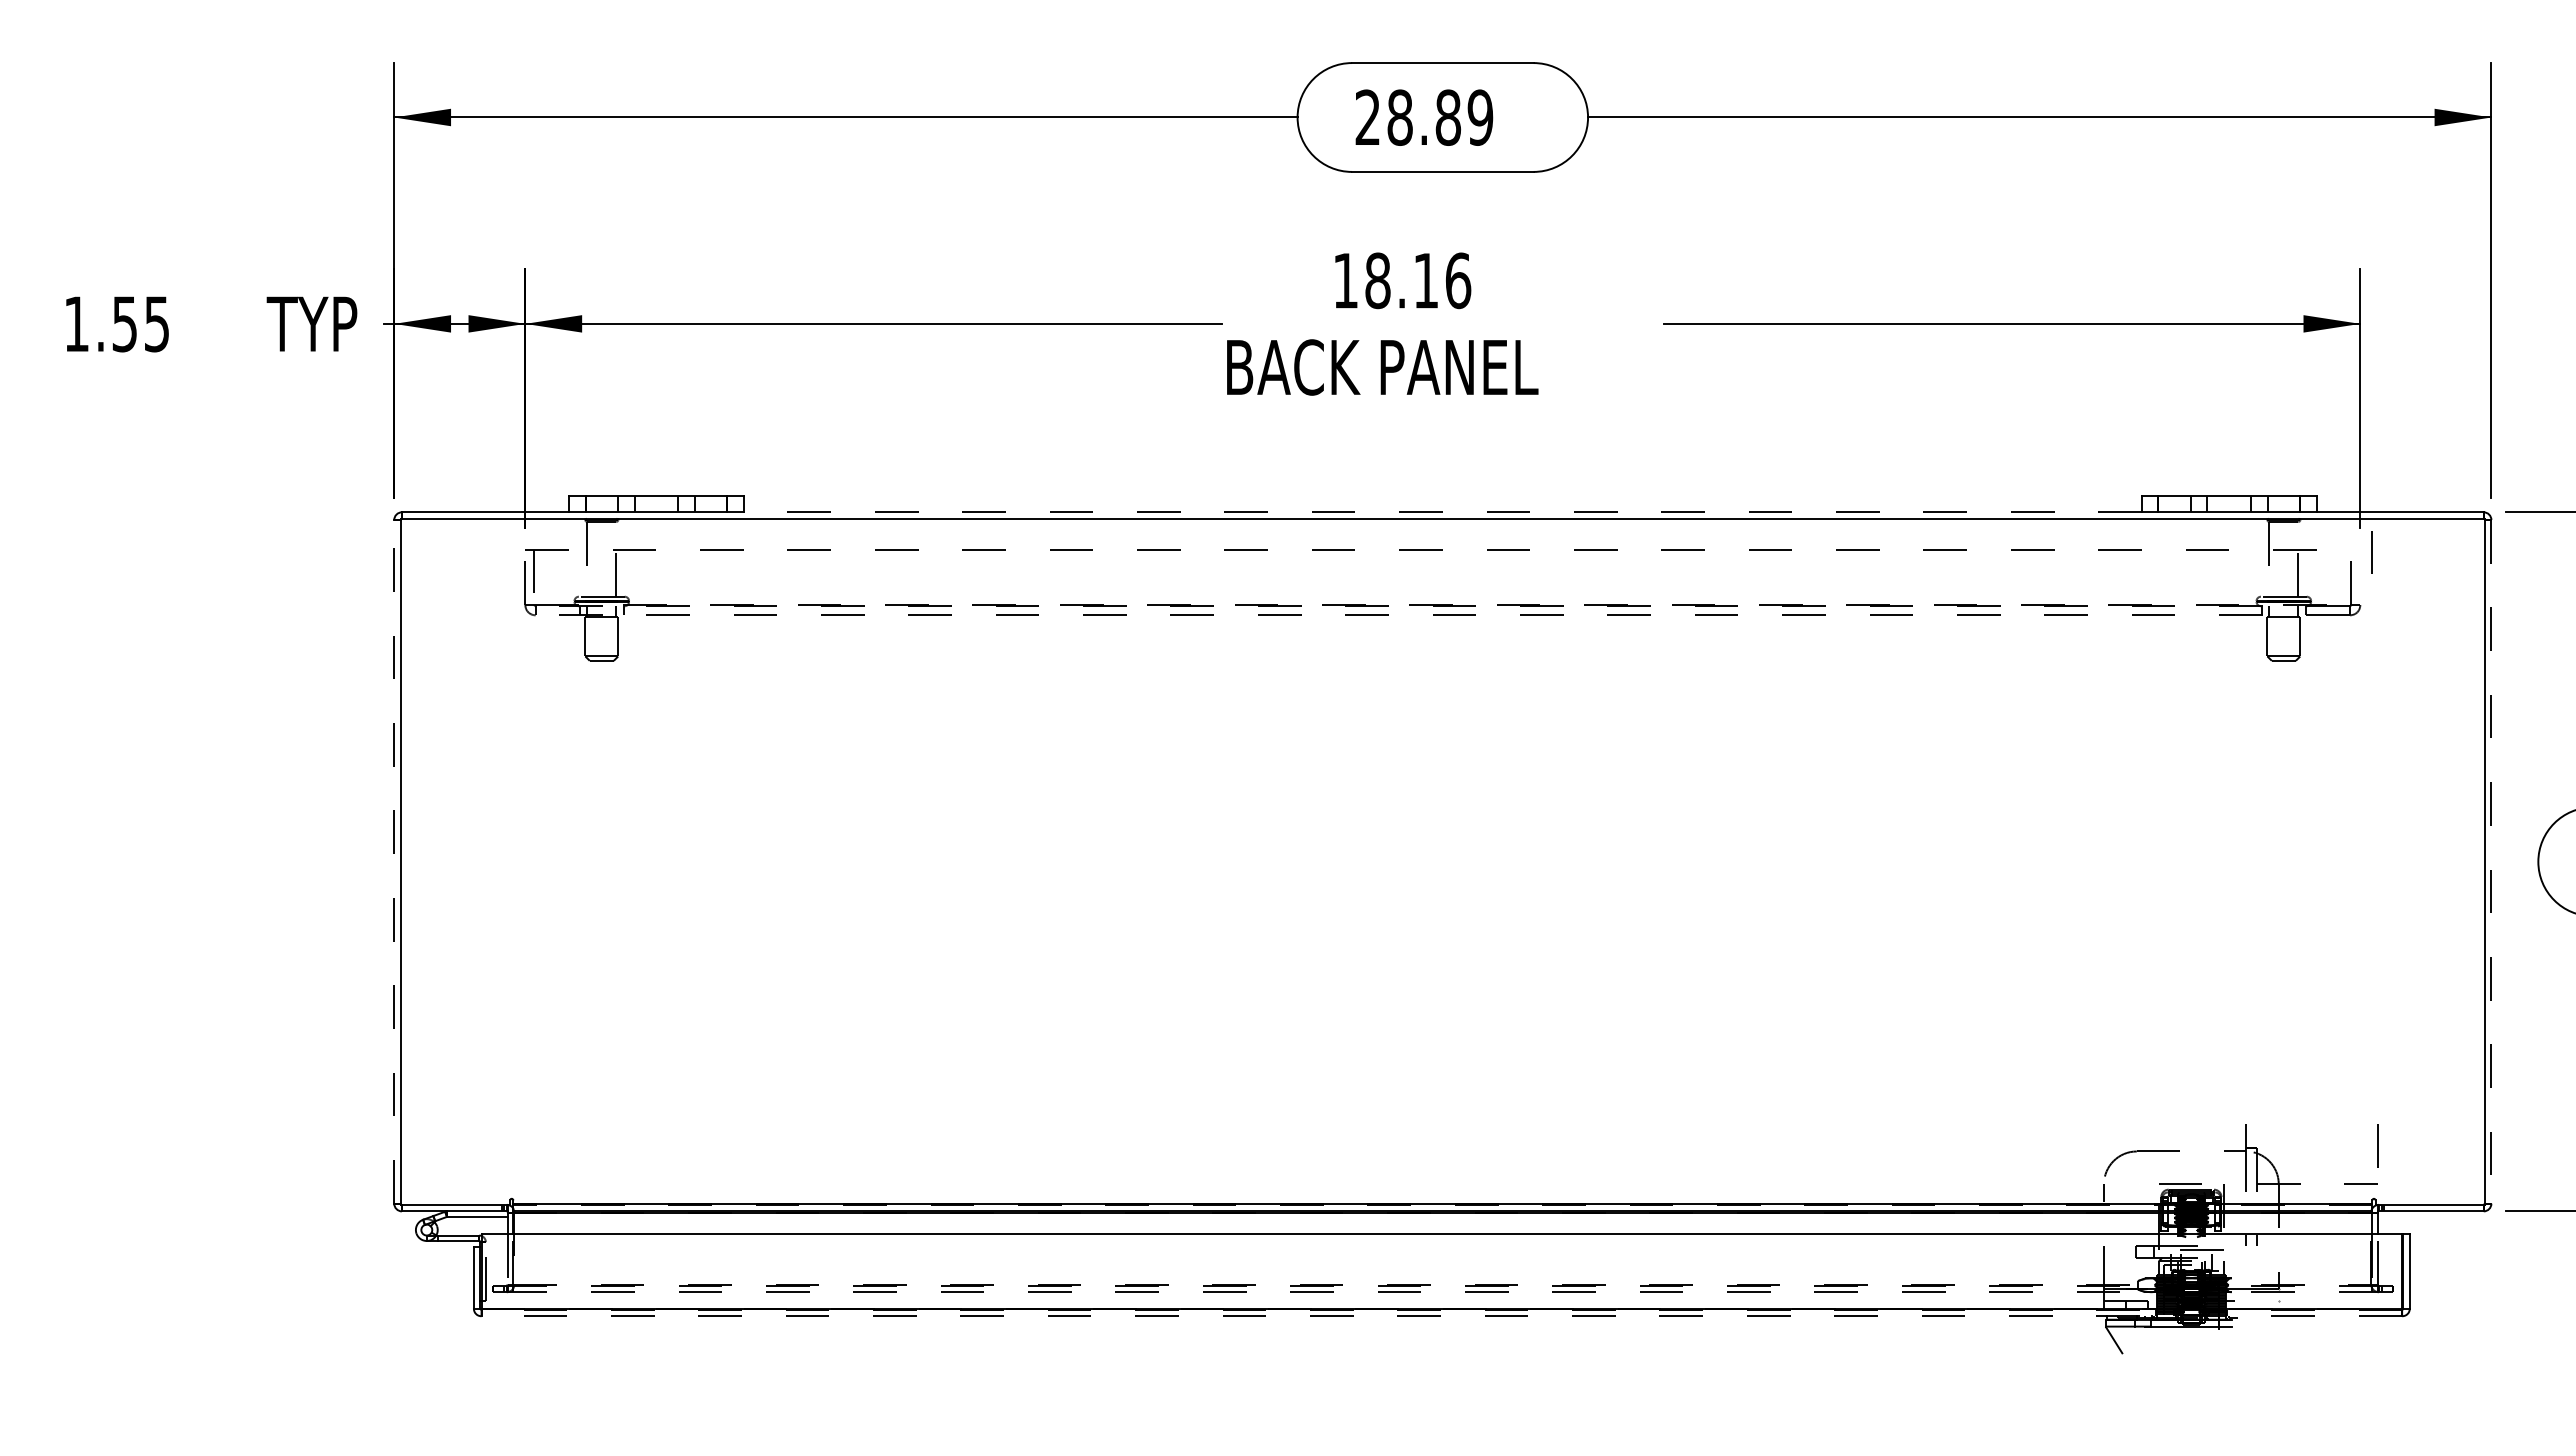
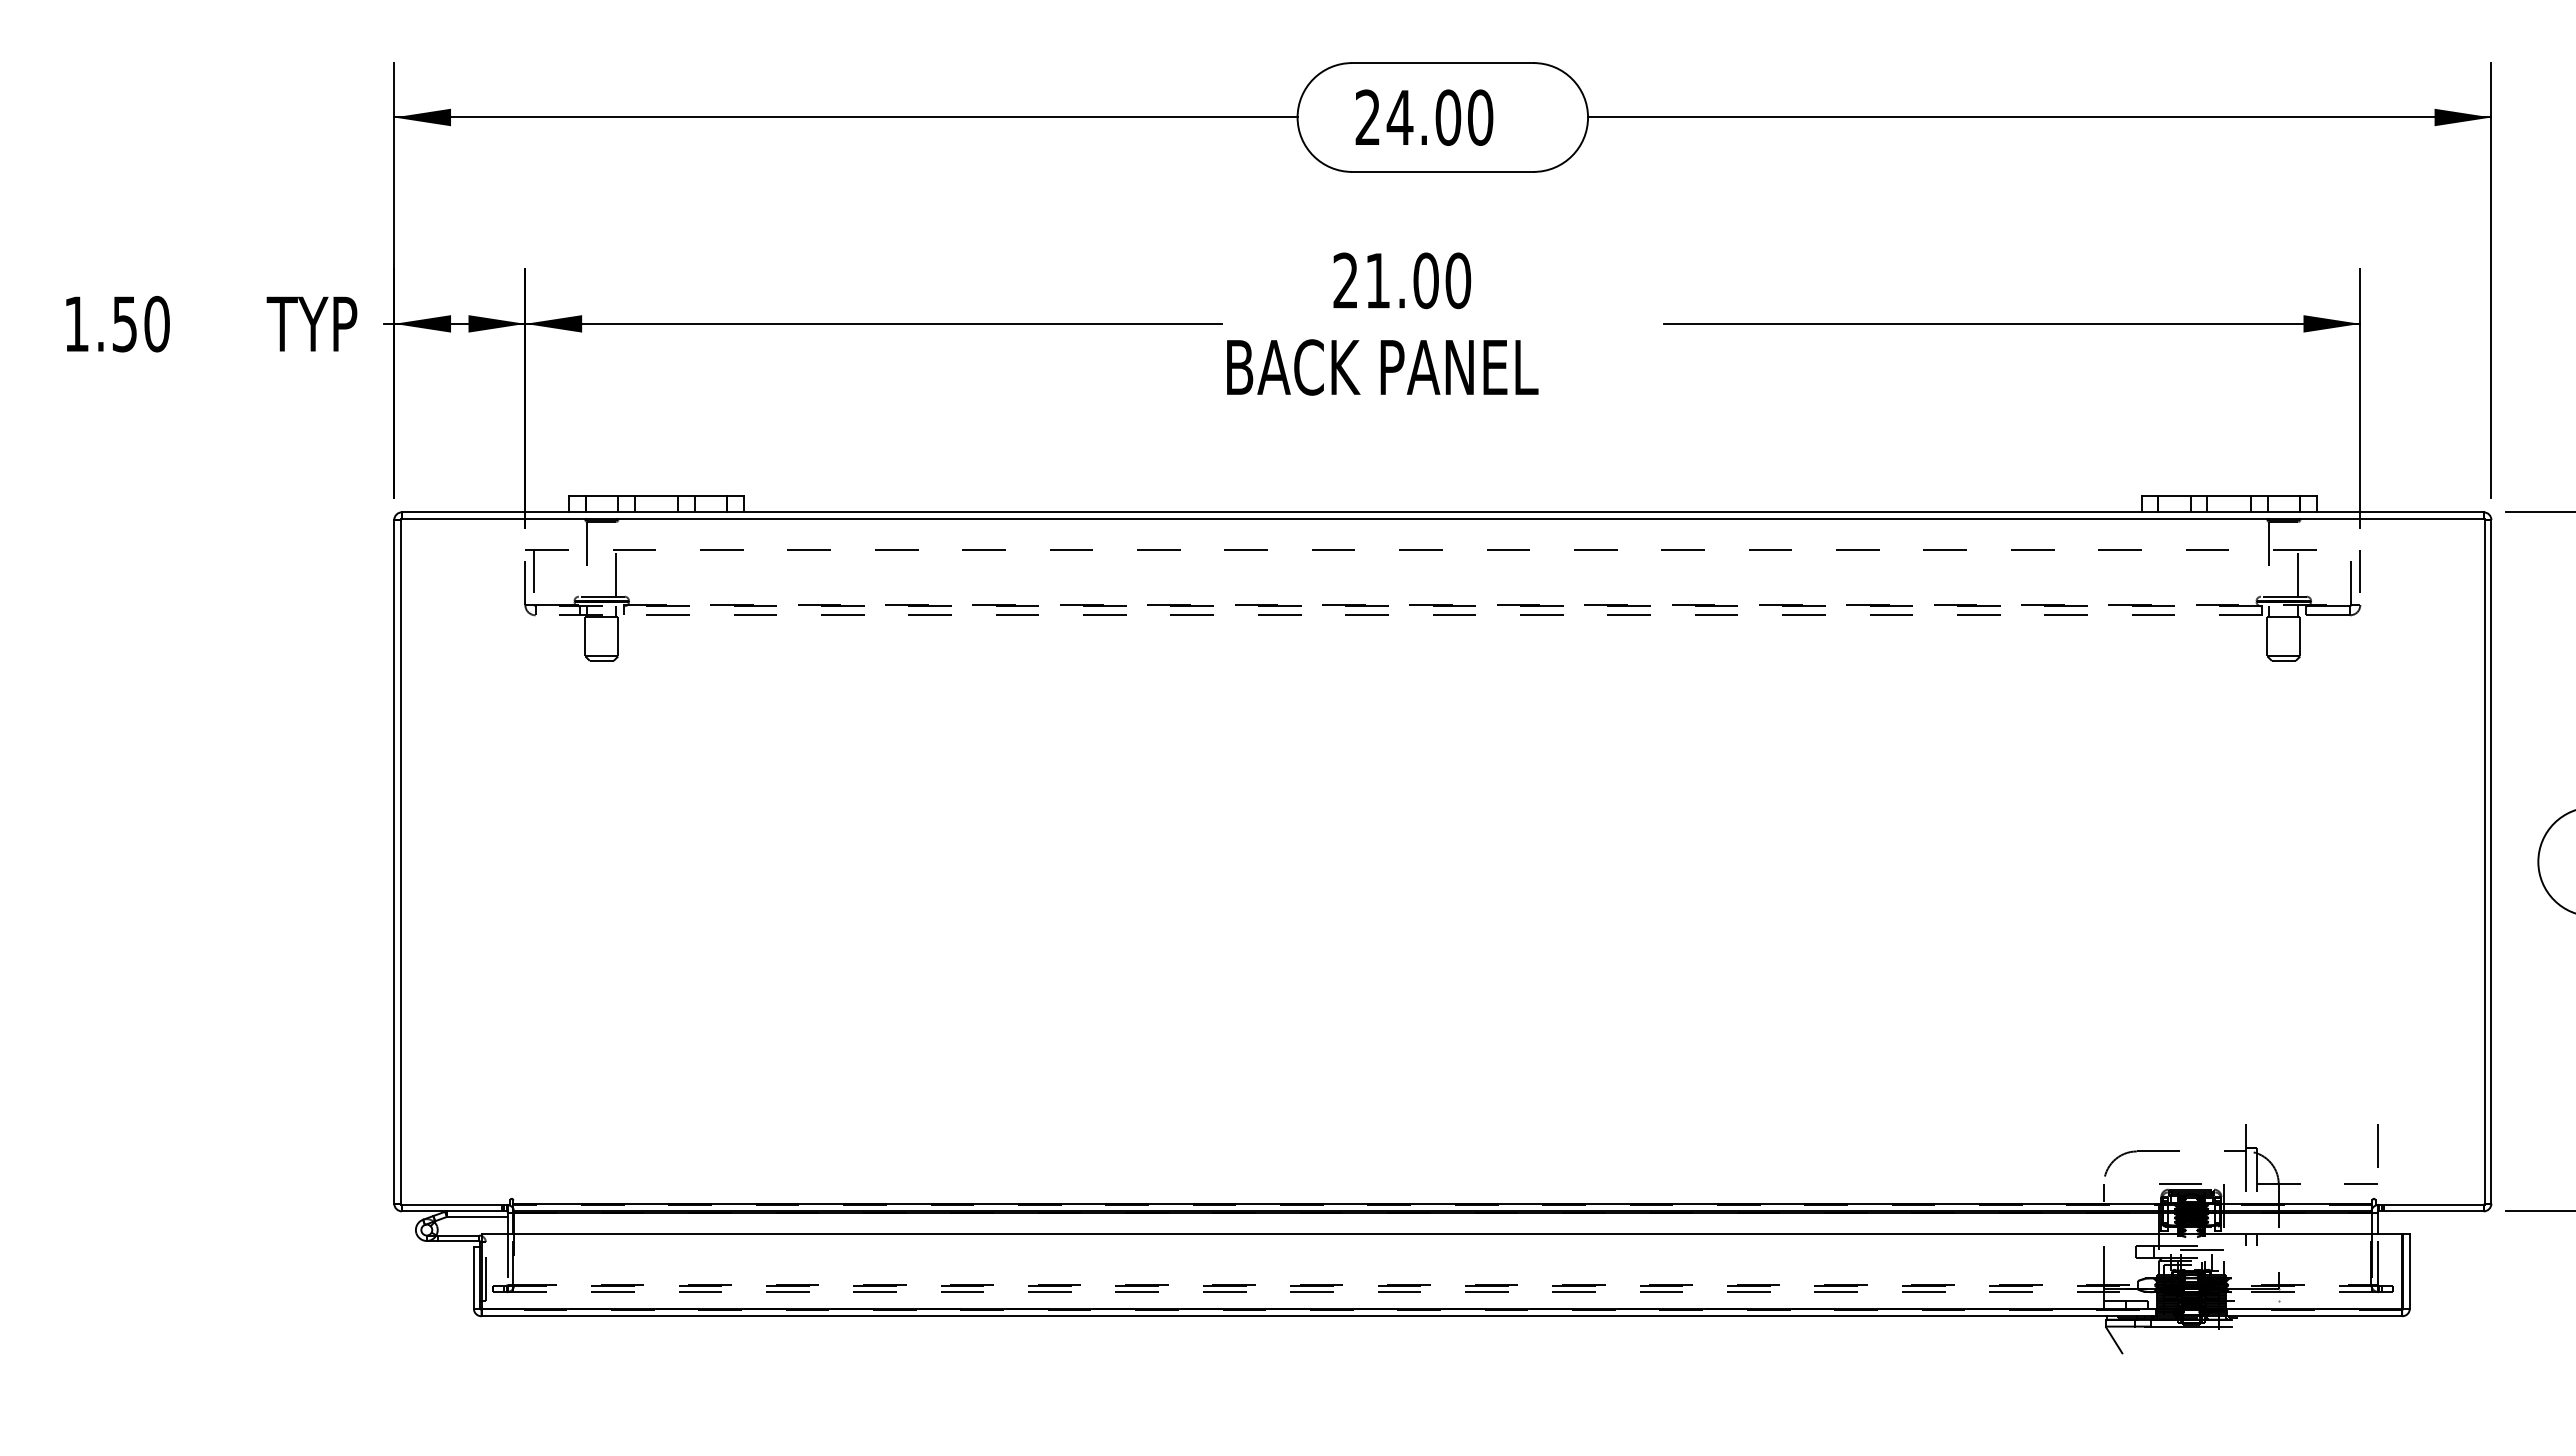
text at (1439, 117): 28.89 -> 24.00
text at (1402, 280): 18.16 -> 21.00
text at (156, 323): 1.55 -> 1.50
line at (1442, 512): dashed -> solid
line at (2371, 552) position: (2371, 552) -> (2359, 571)
line at (394, 861): dashed -> solid
line at (2491, 861): dashed -> solid
line at (1441, 1316): dashed -> solid
